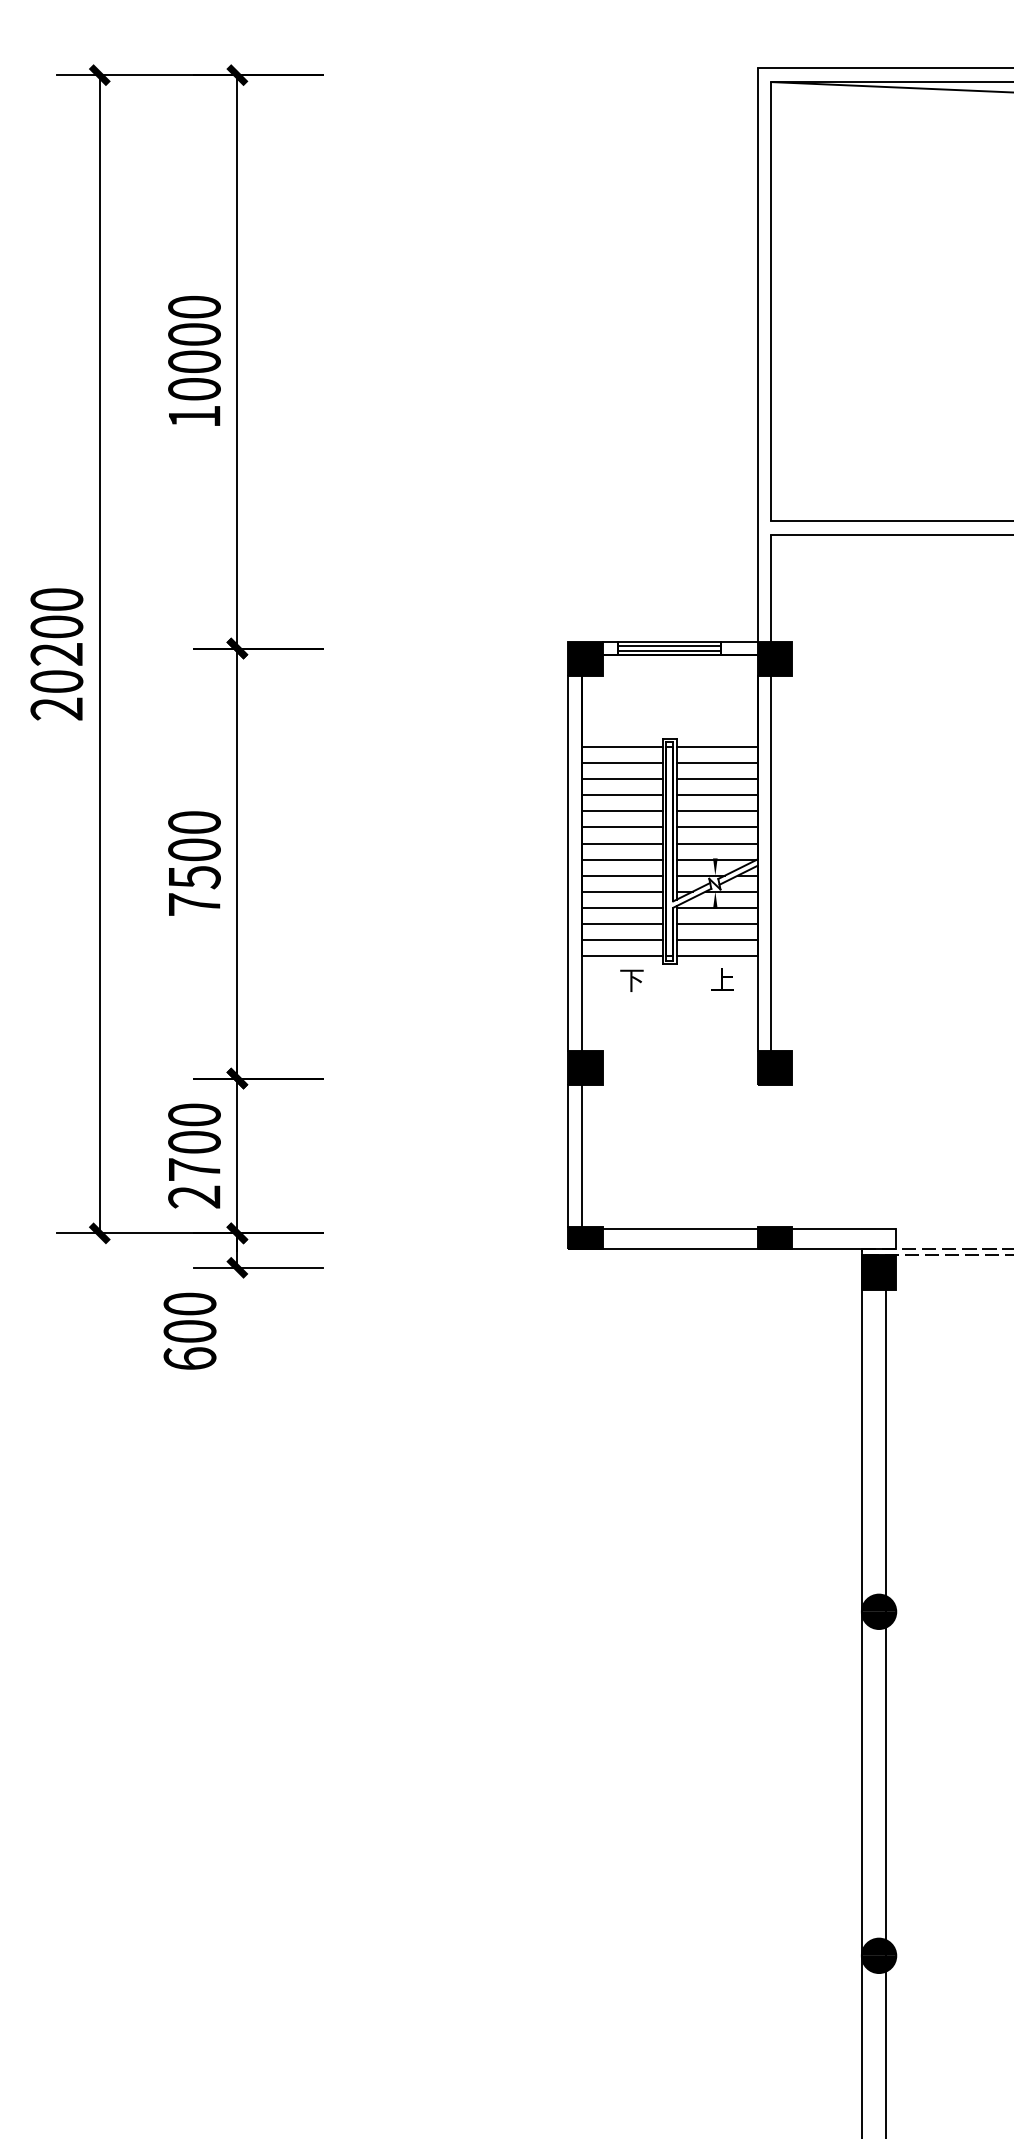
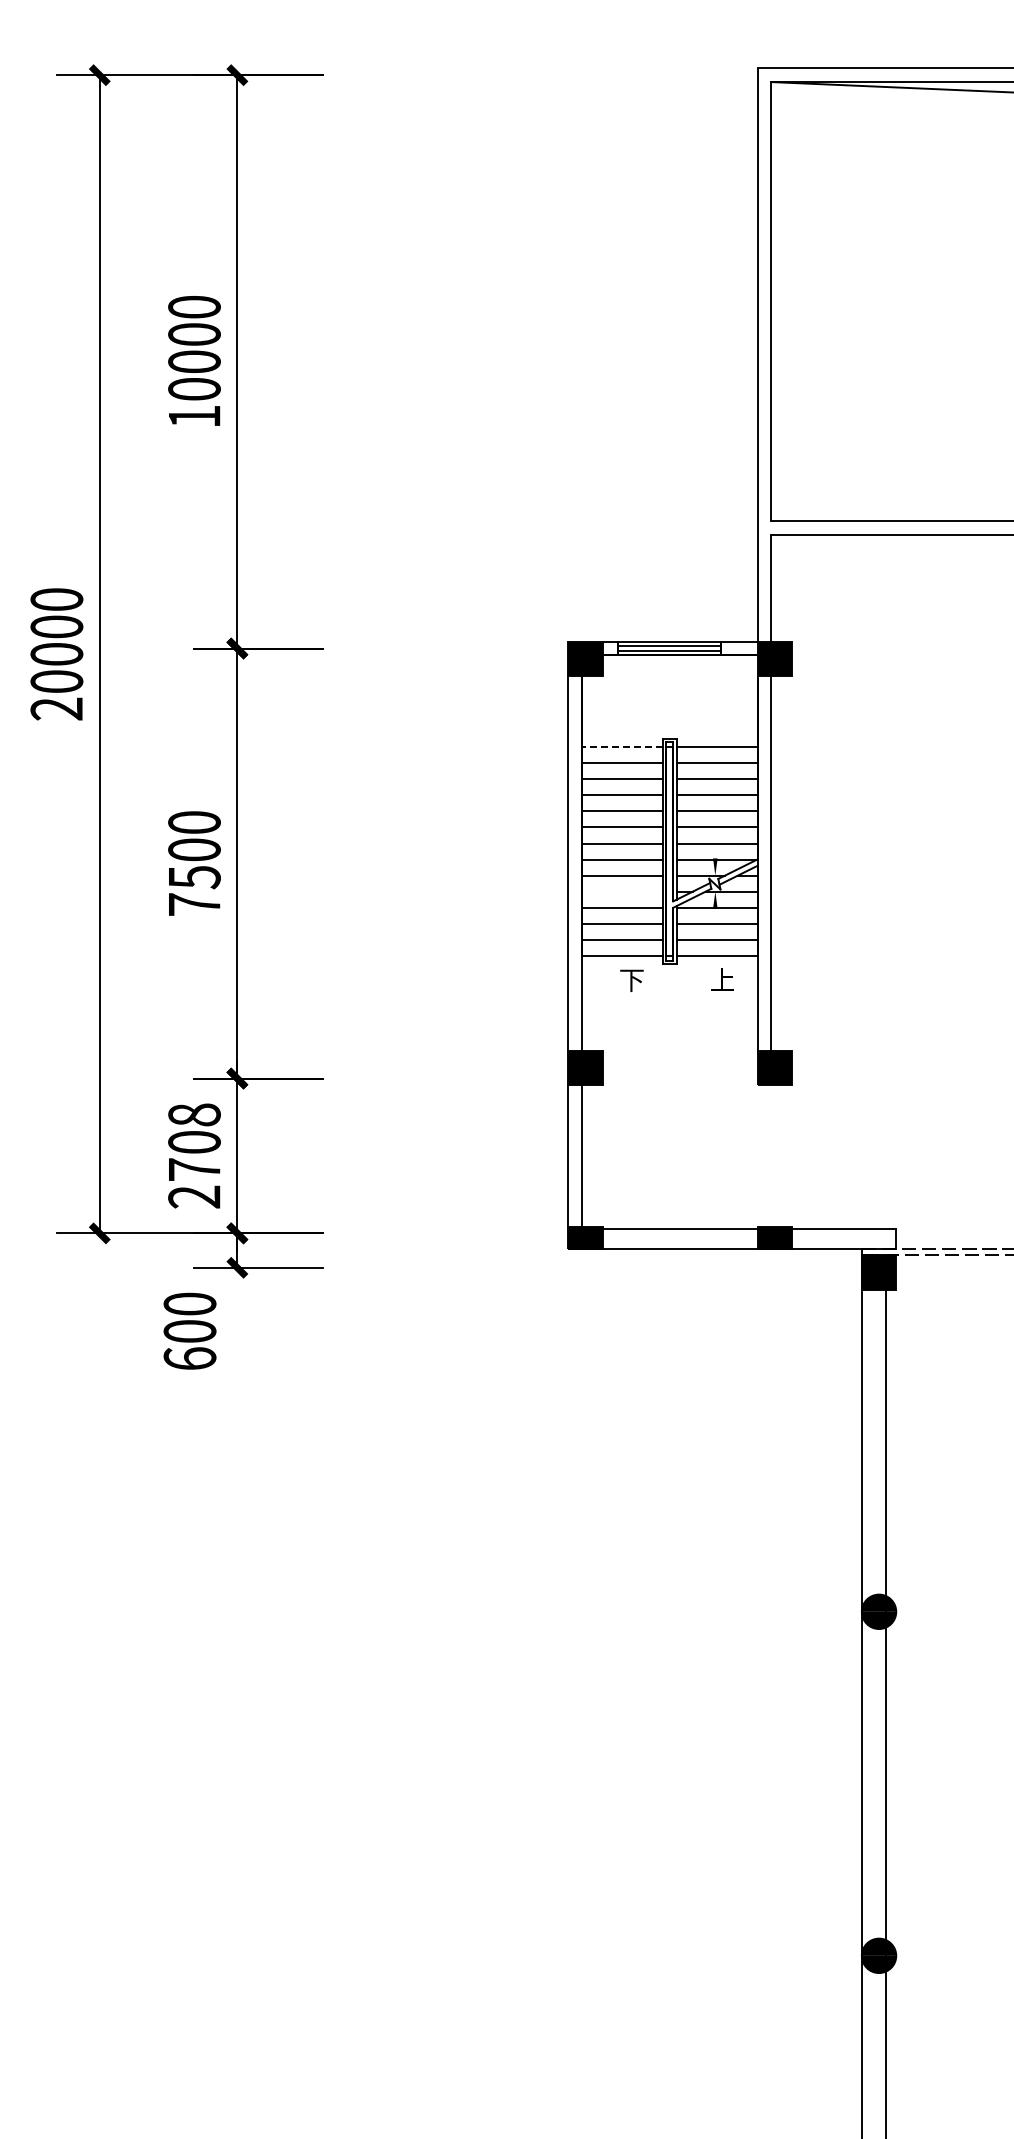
text at (56, 654): 20200 -> 20000
line at (621, 747): solid -> dashed
line at (622, 891): present -> none
text at (194, 1114): 2700 -> 2708
